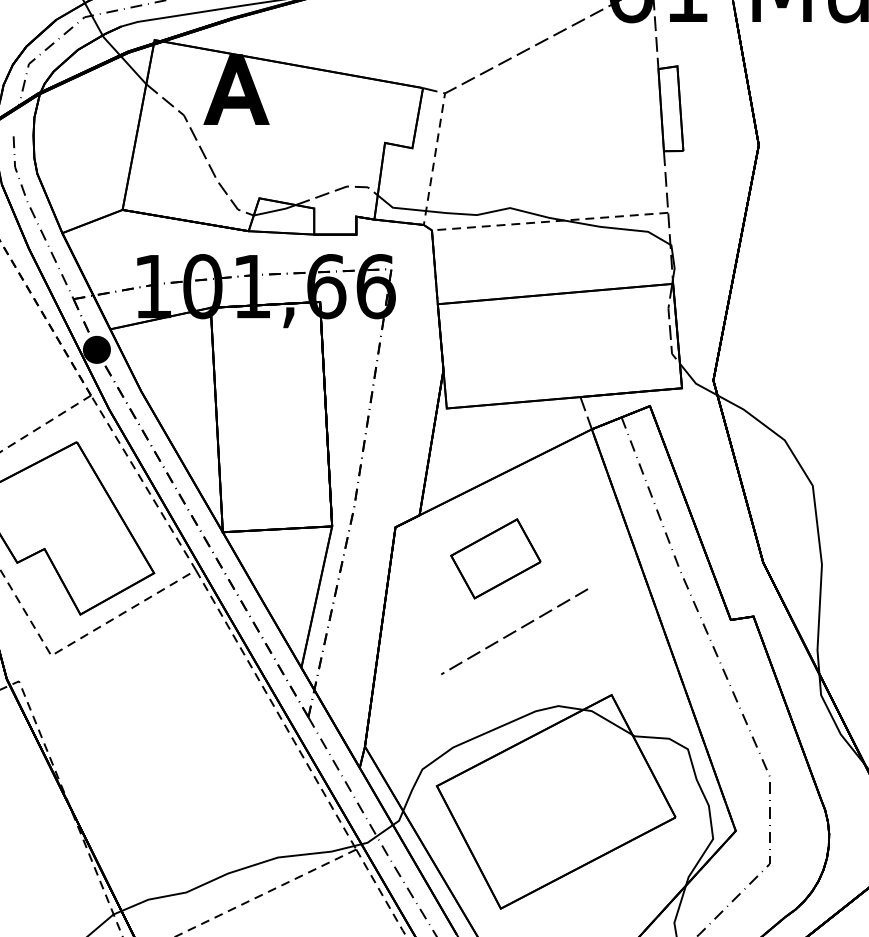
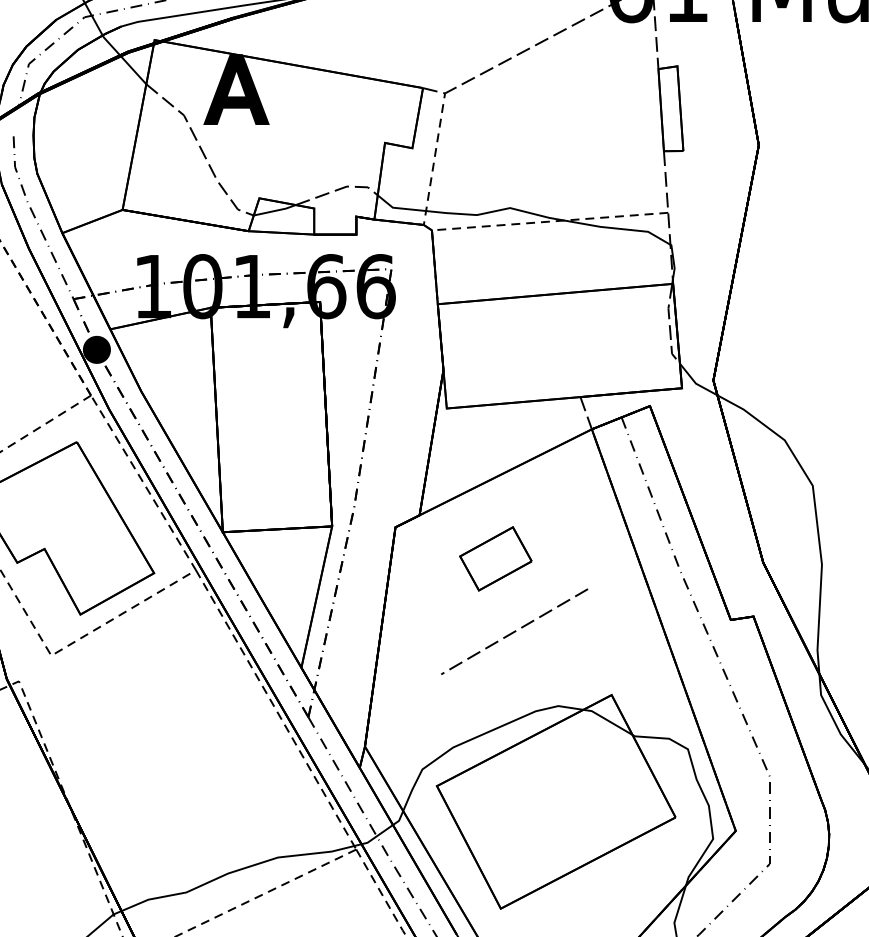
part at (495, 558) size: 92x82 px -> 74x66 px
